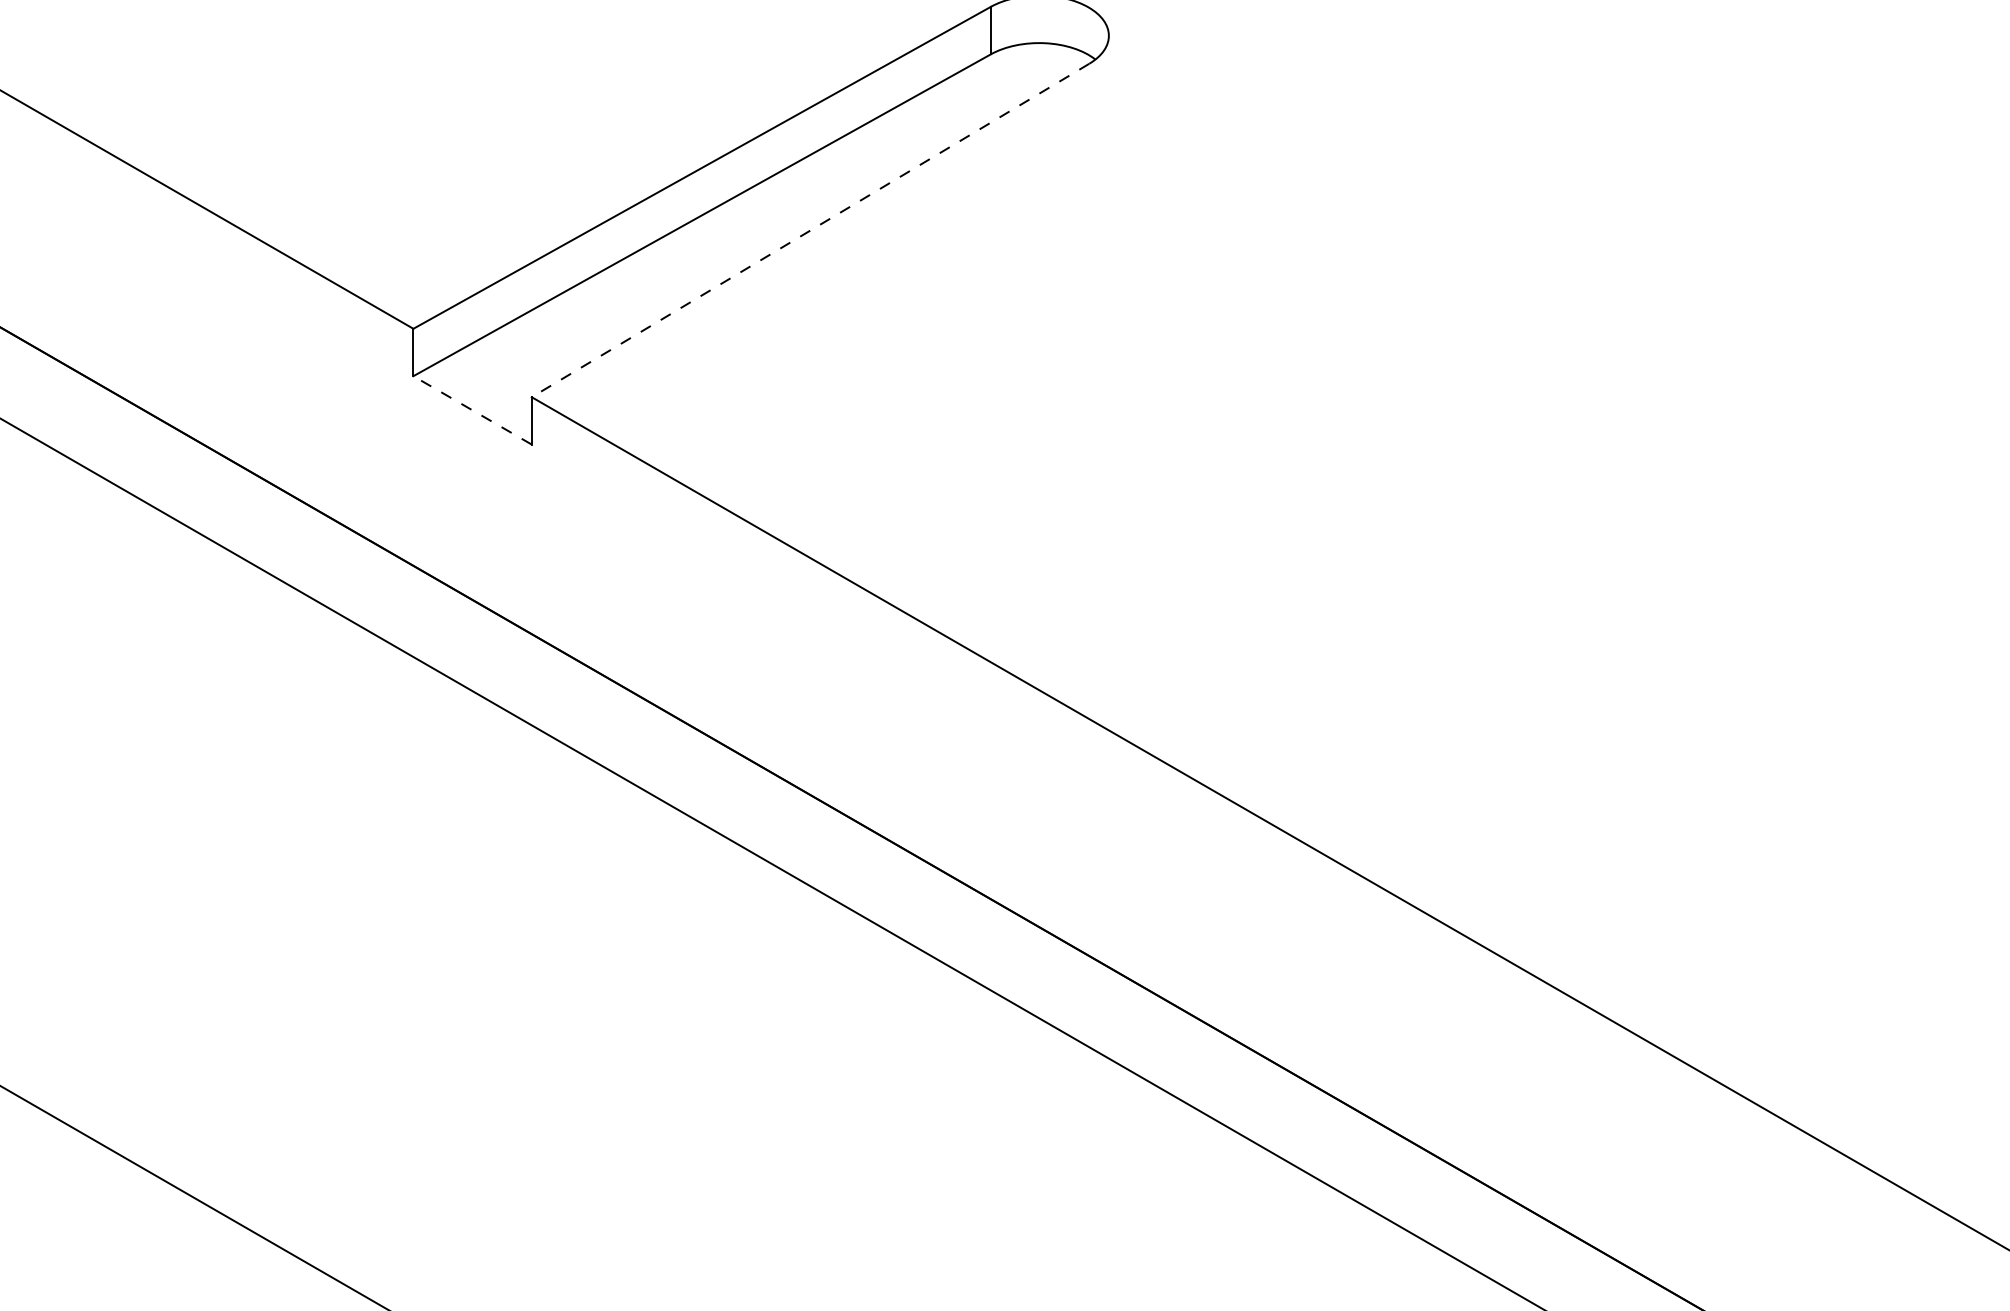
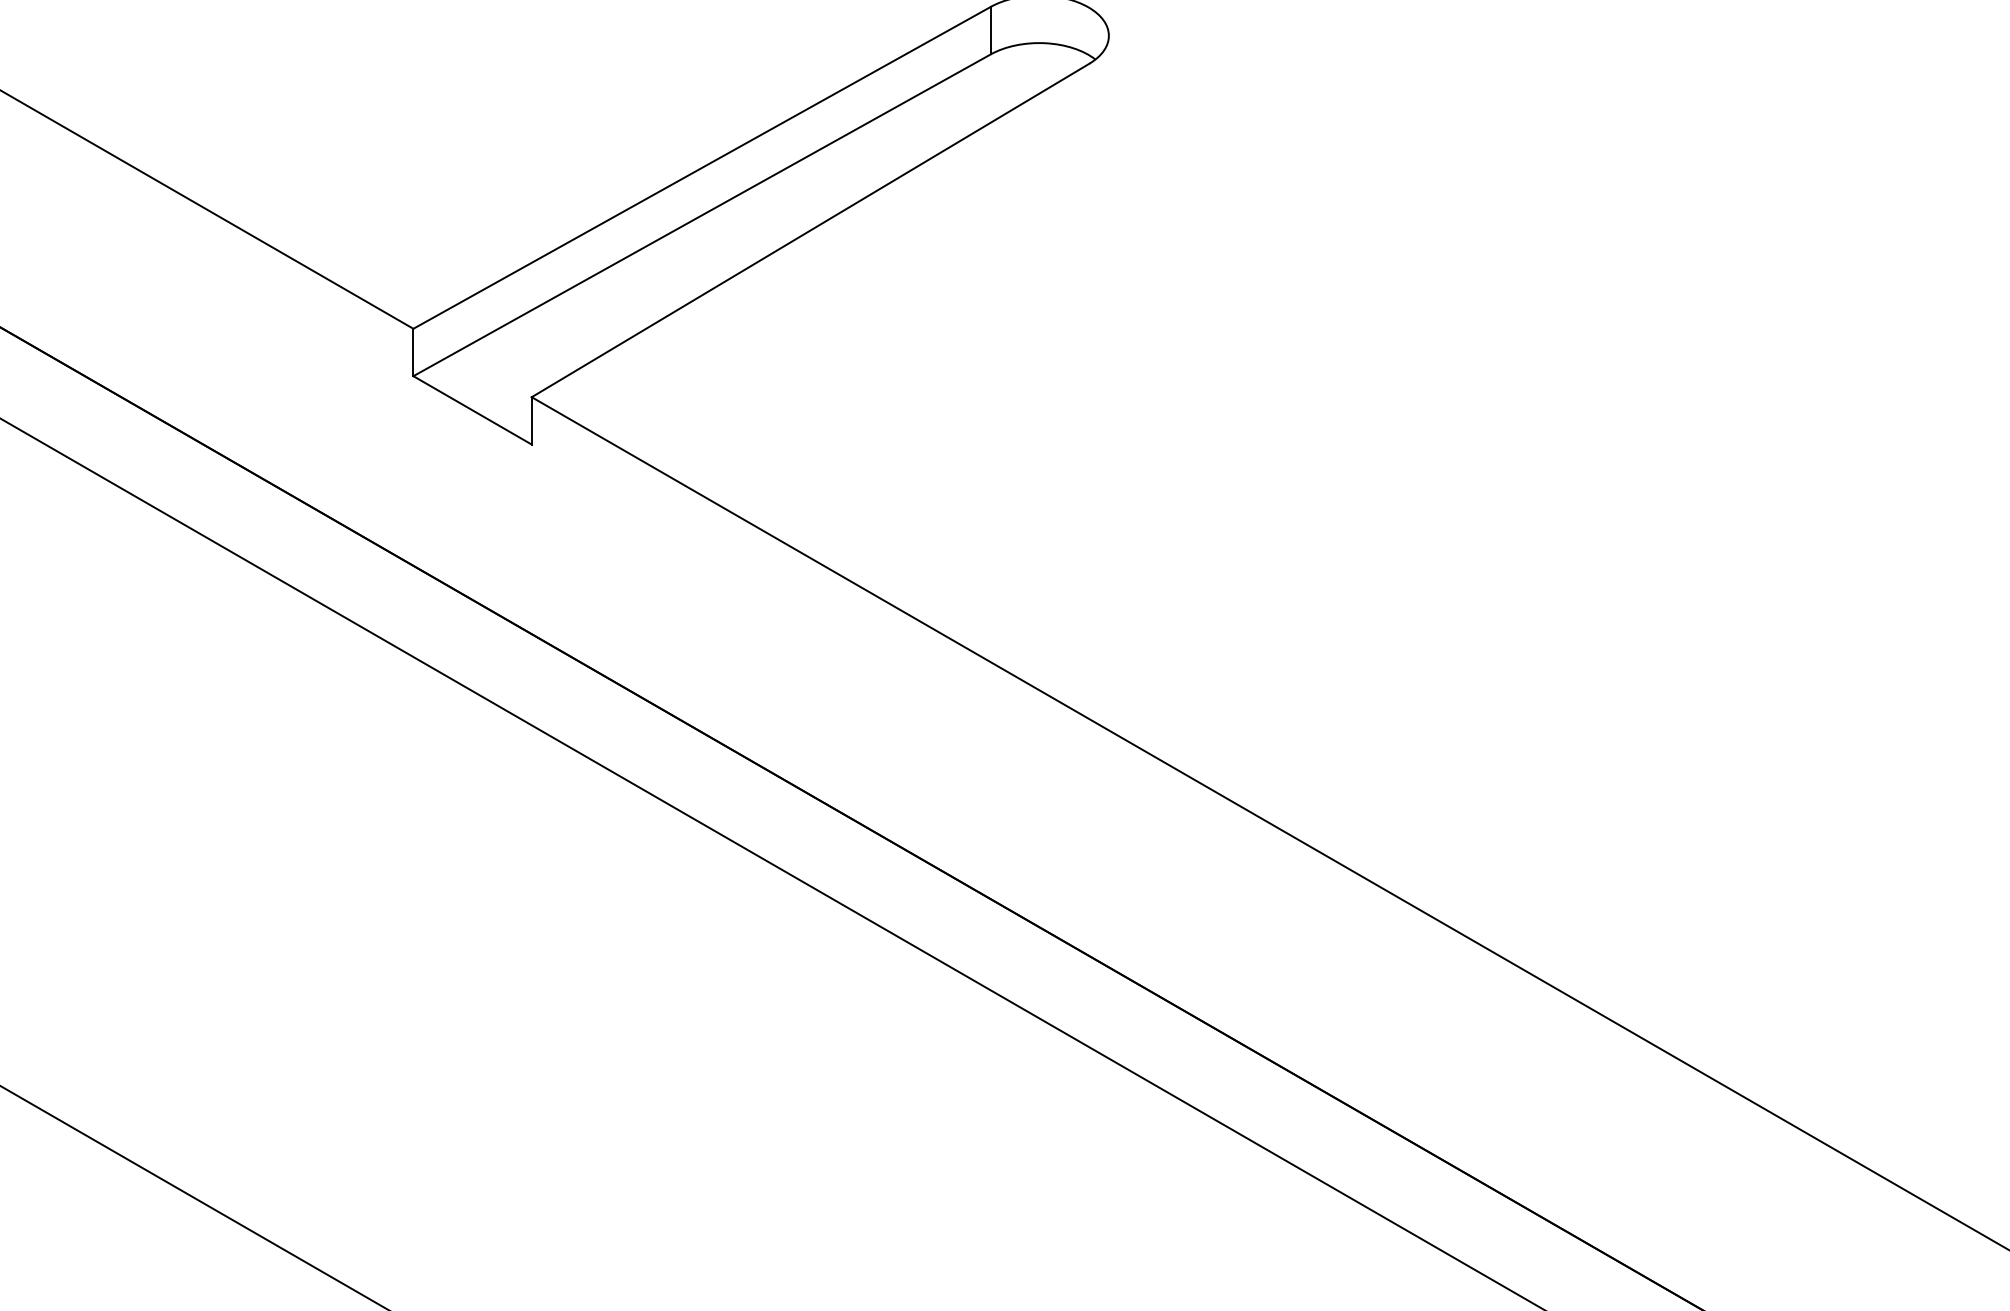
line at (810, 230): dashed -> solid
line at (472, 410): dashed -> solid
